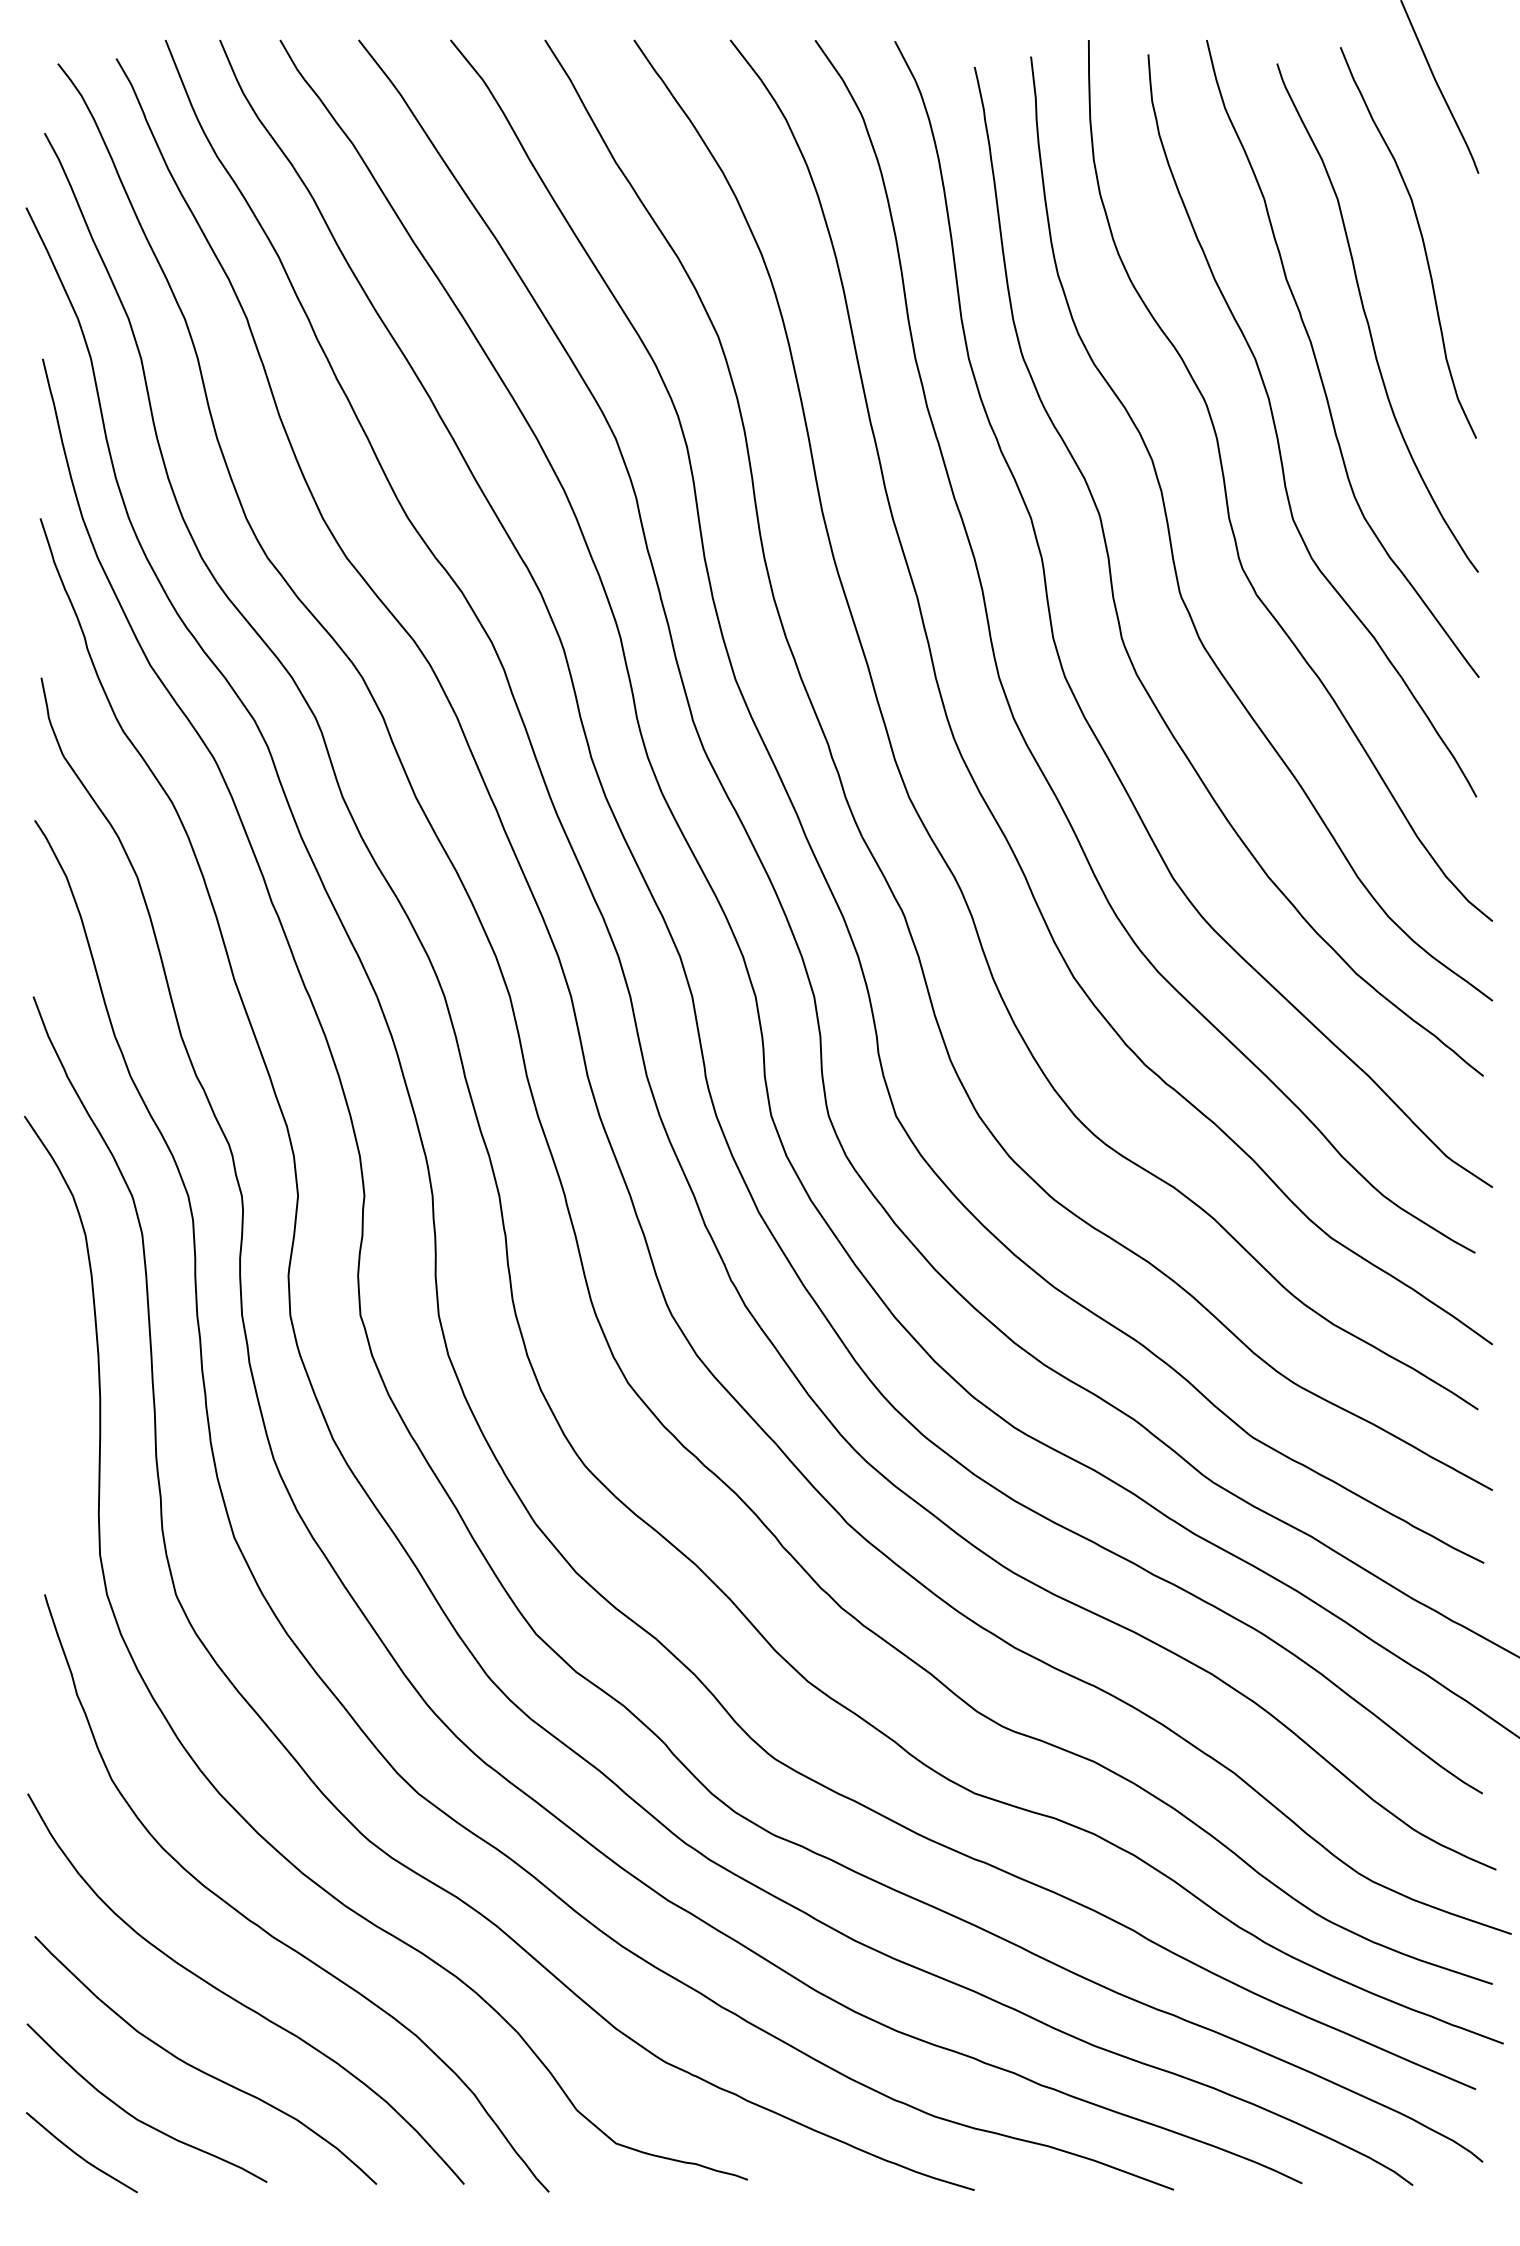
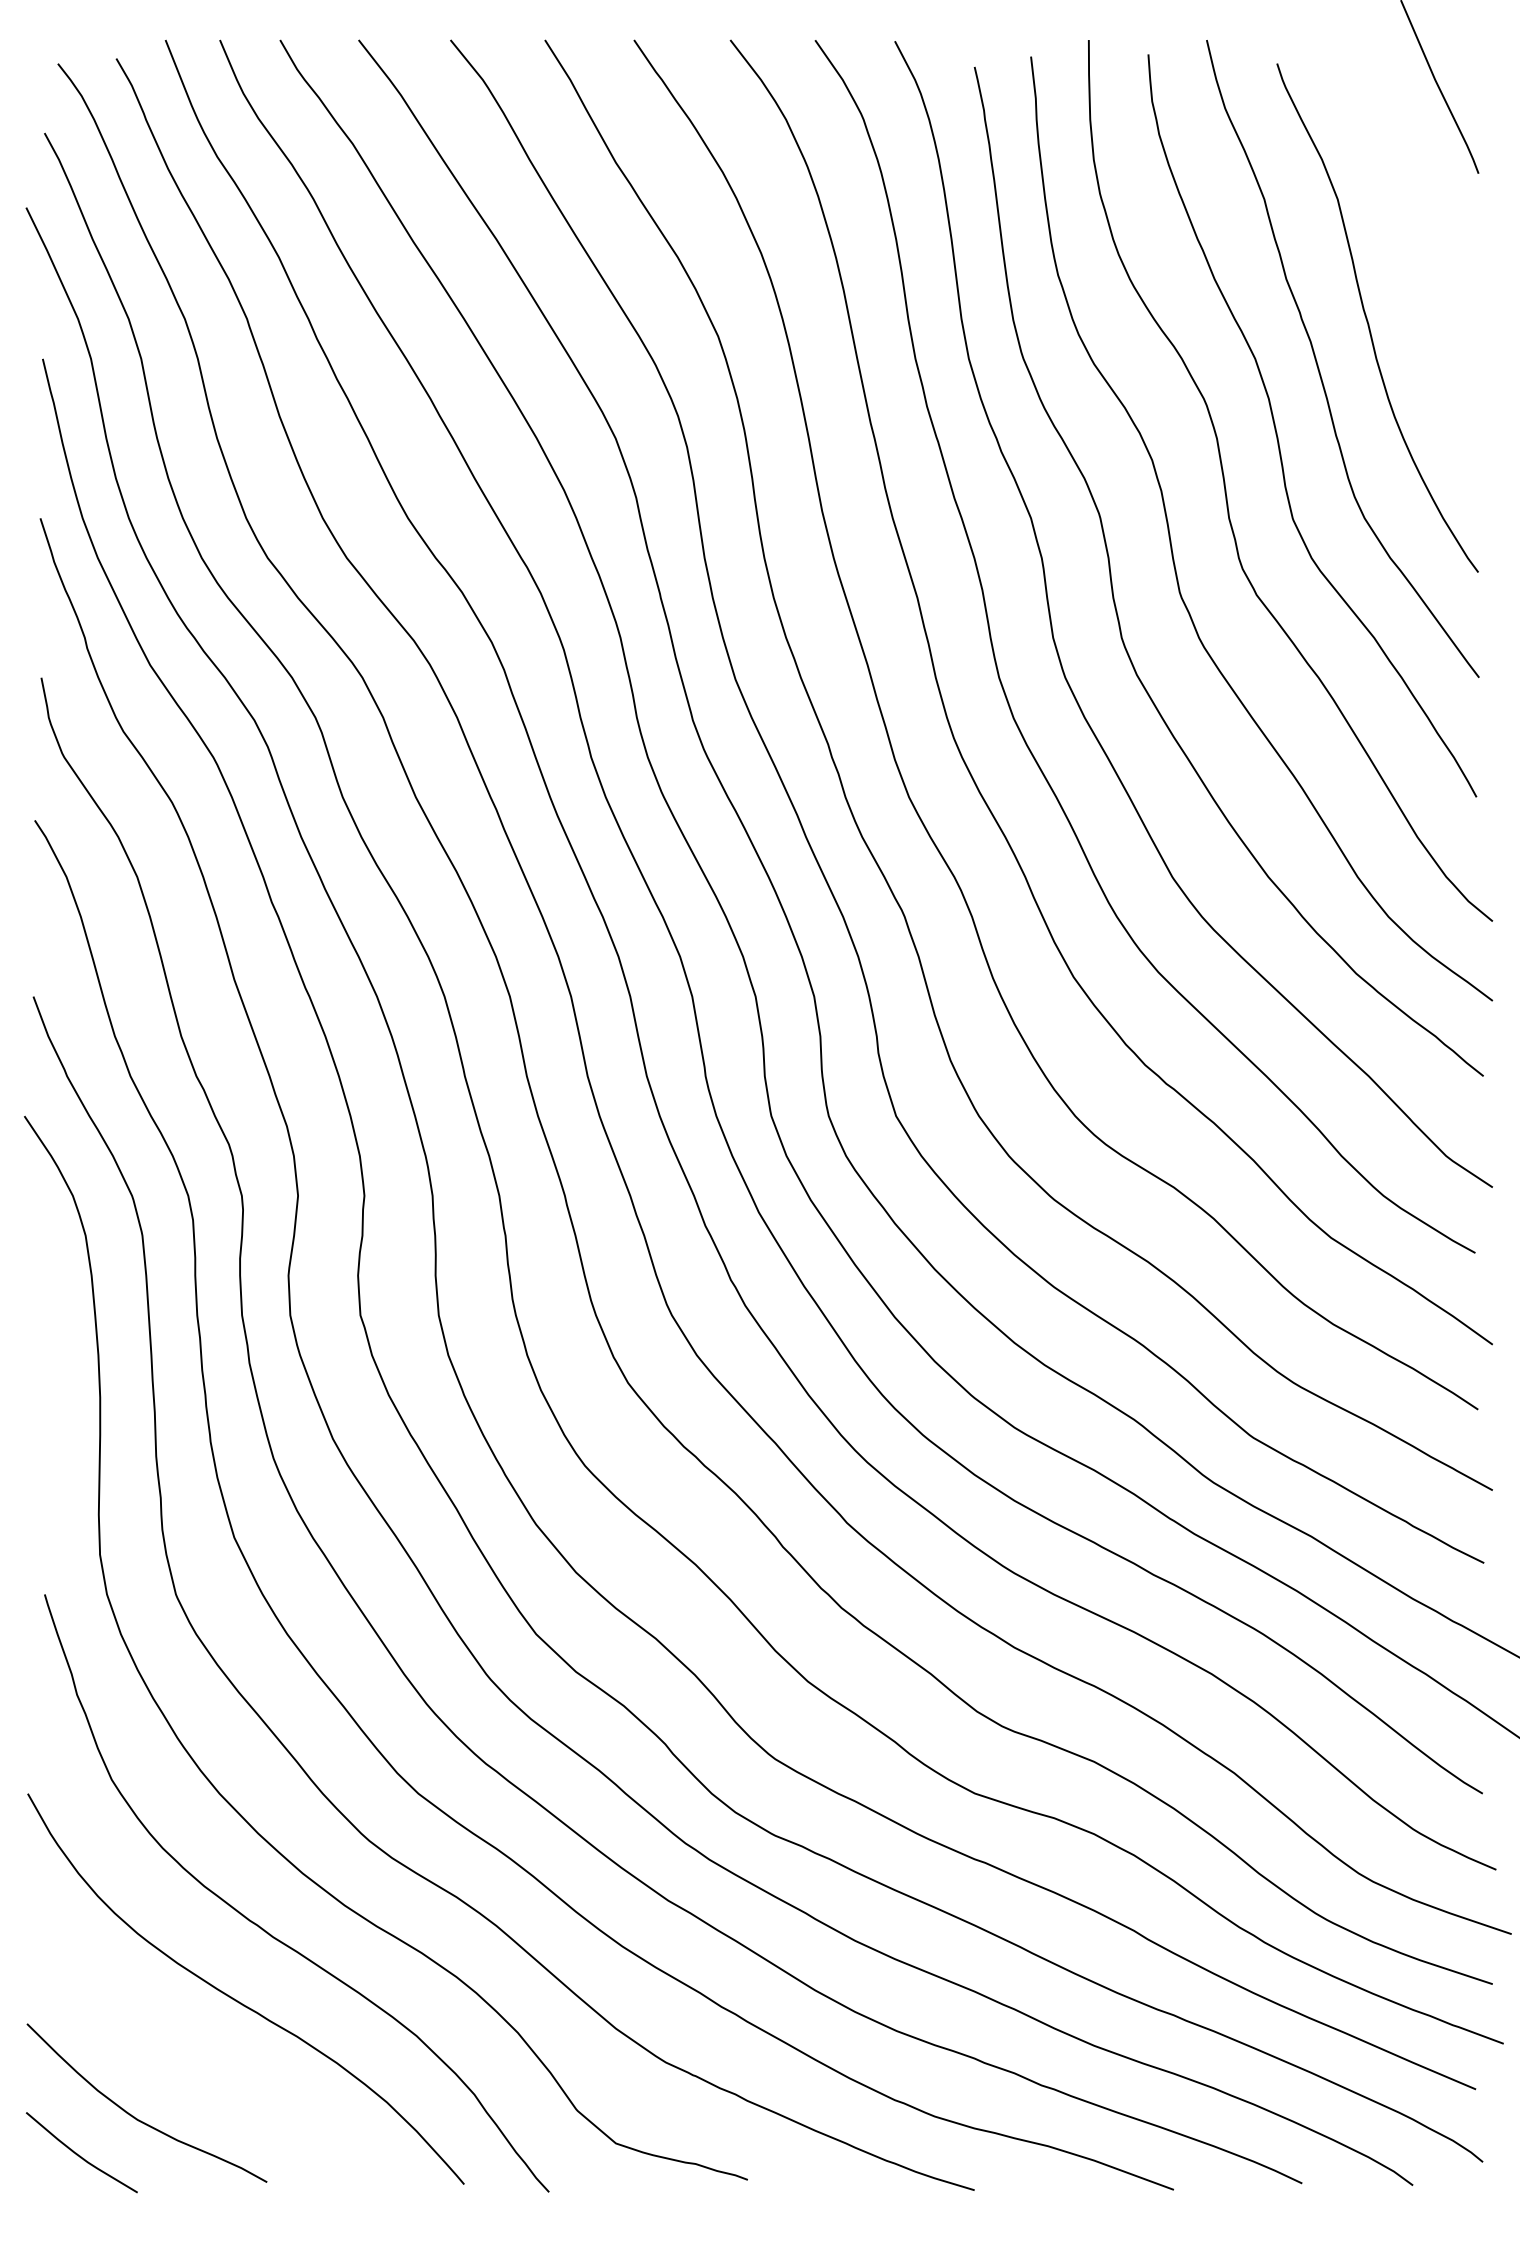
curve at (1421, 238): present -> none
curve at (200, 2069): present -> none
